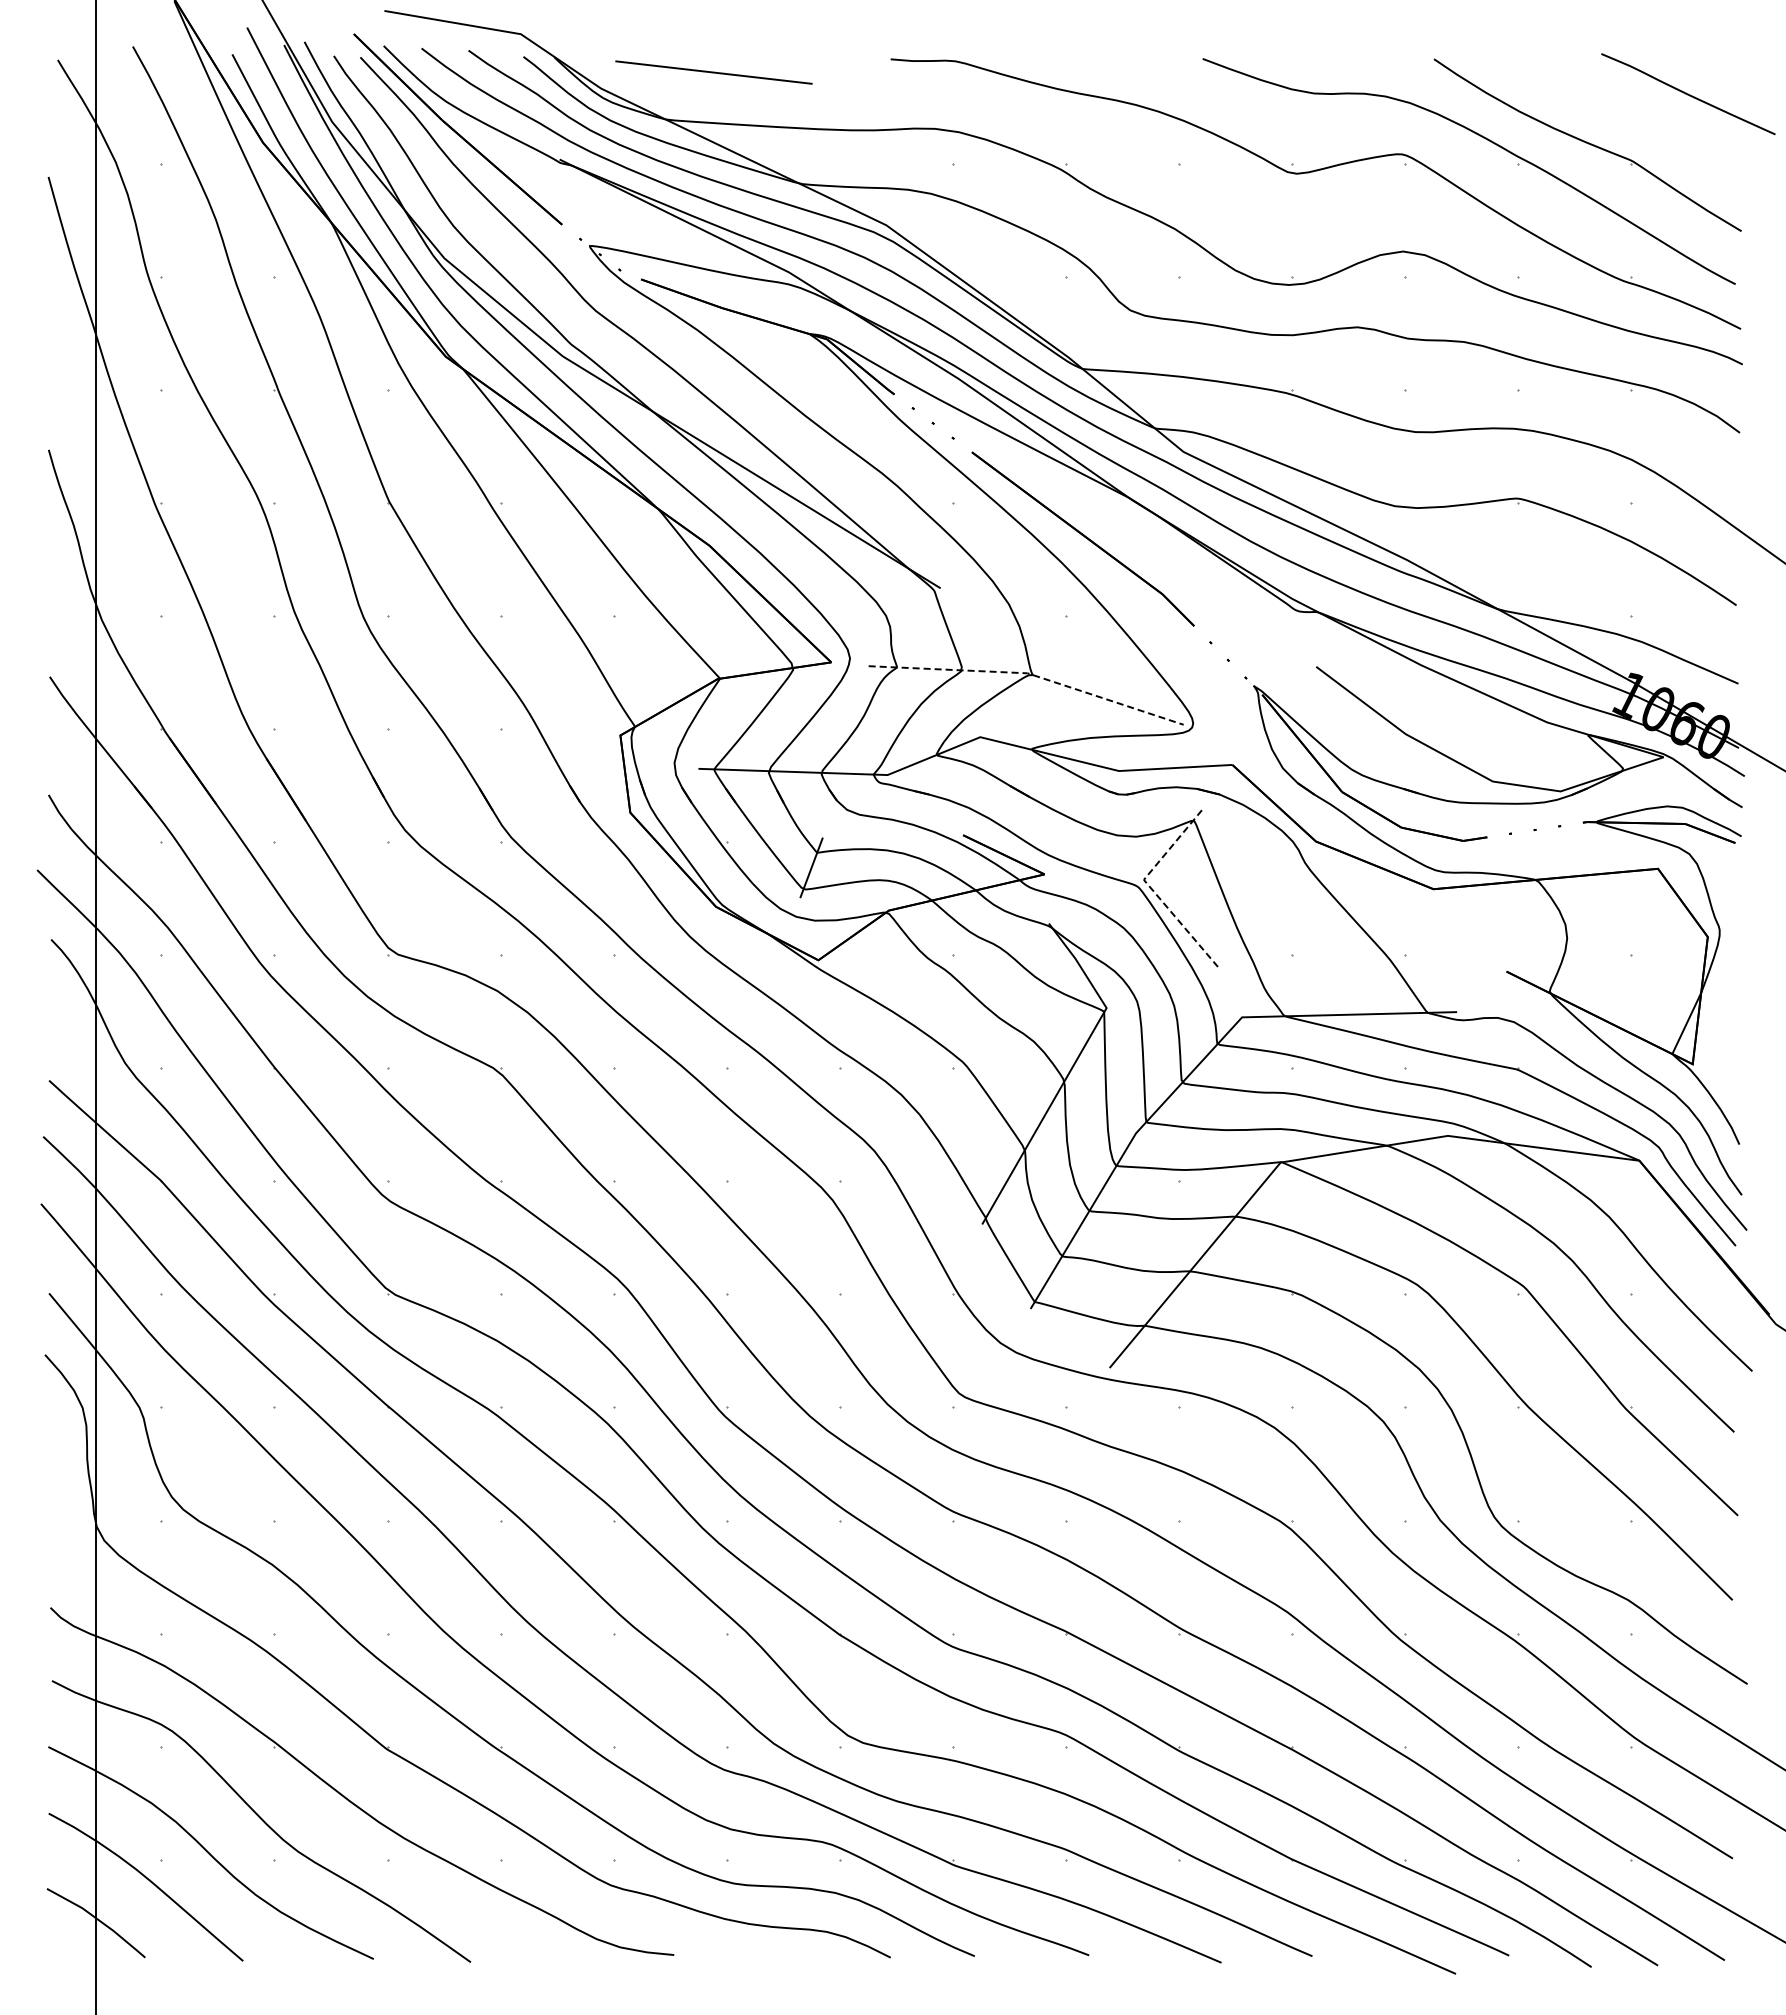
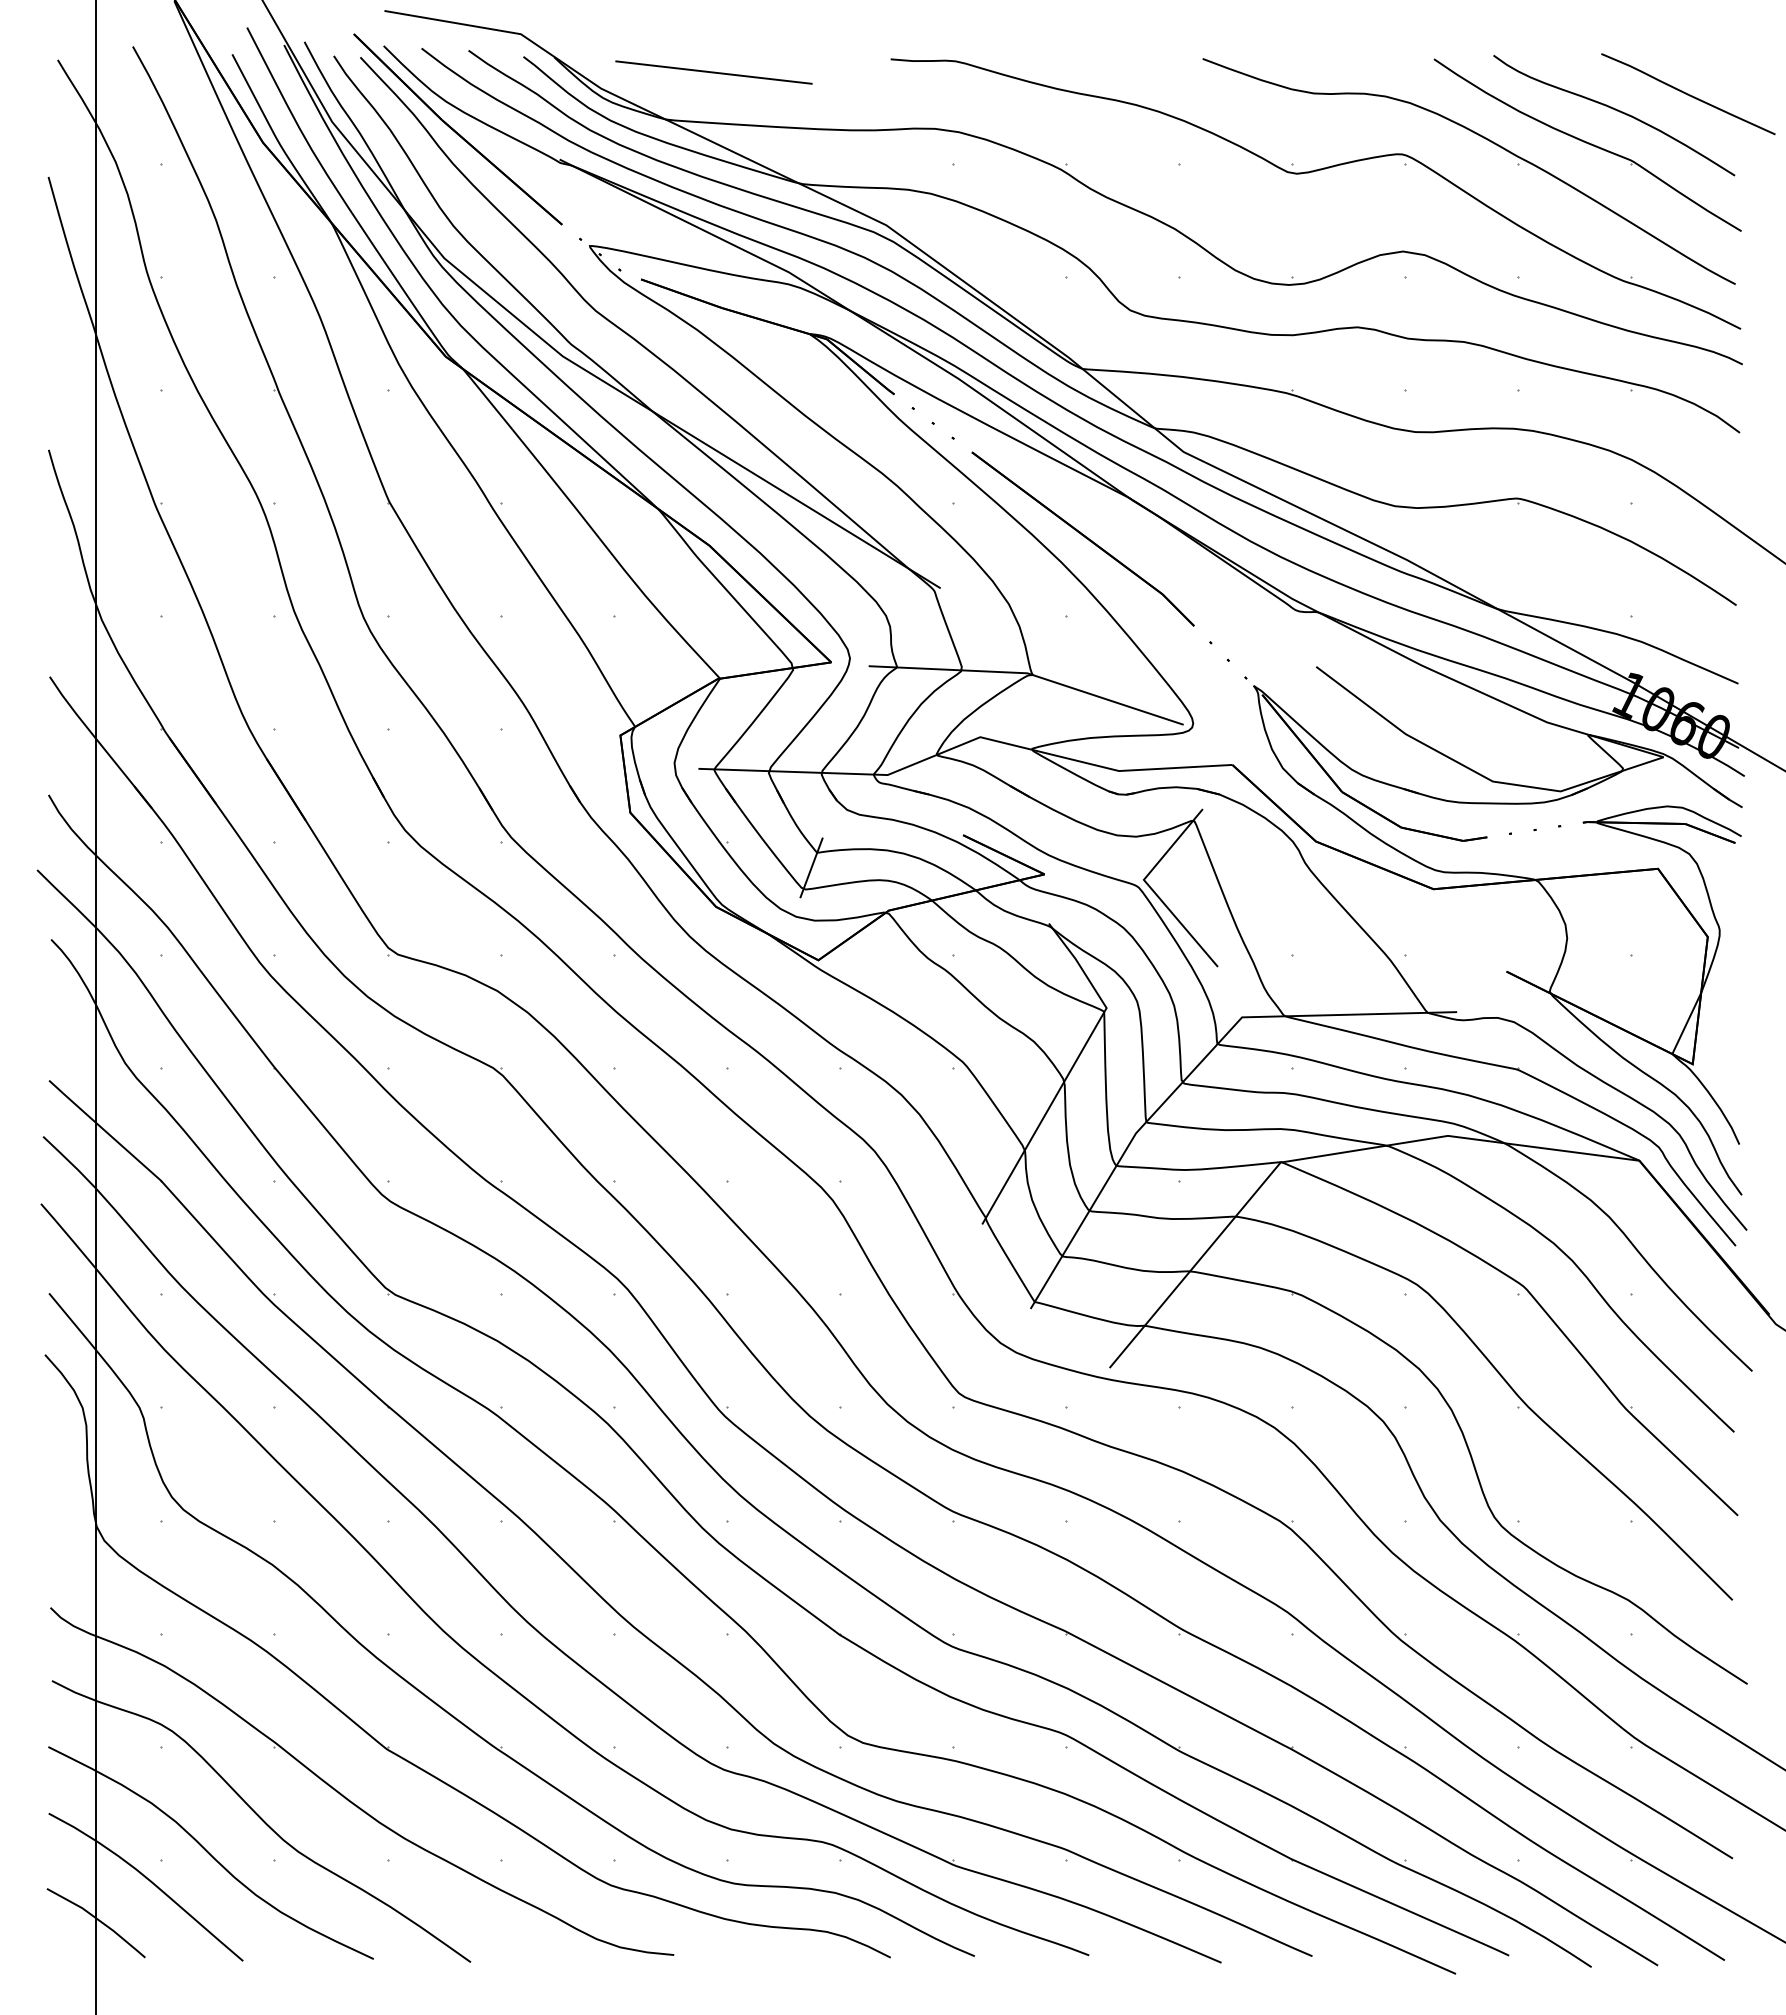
curve at (1614, 110): none -> present
line at (1029, 673): dashed -> solid
line at (1150, 887): dashed -> solid
